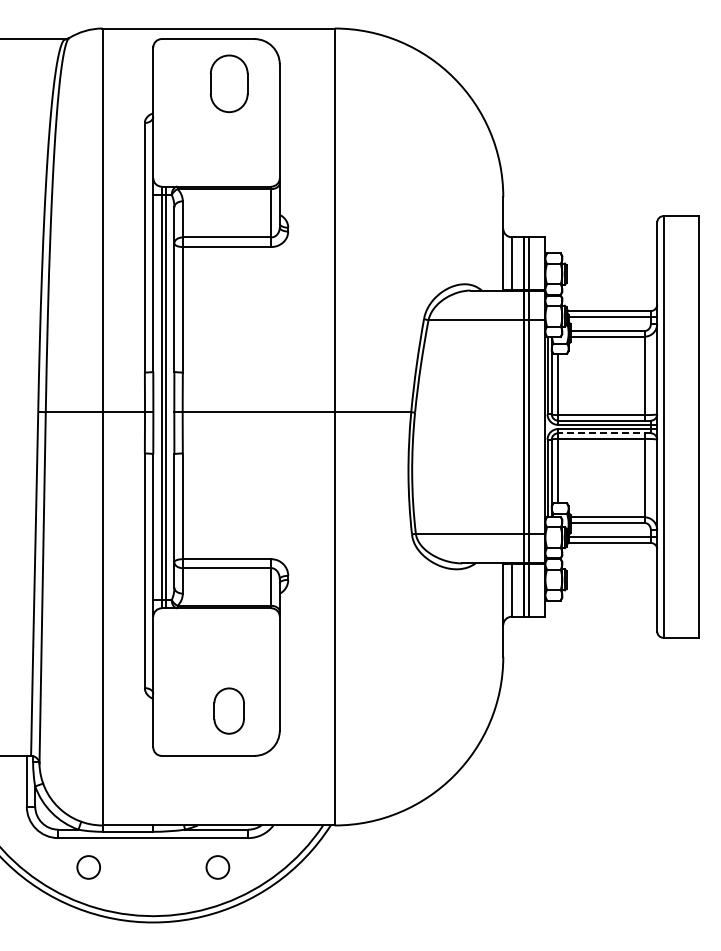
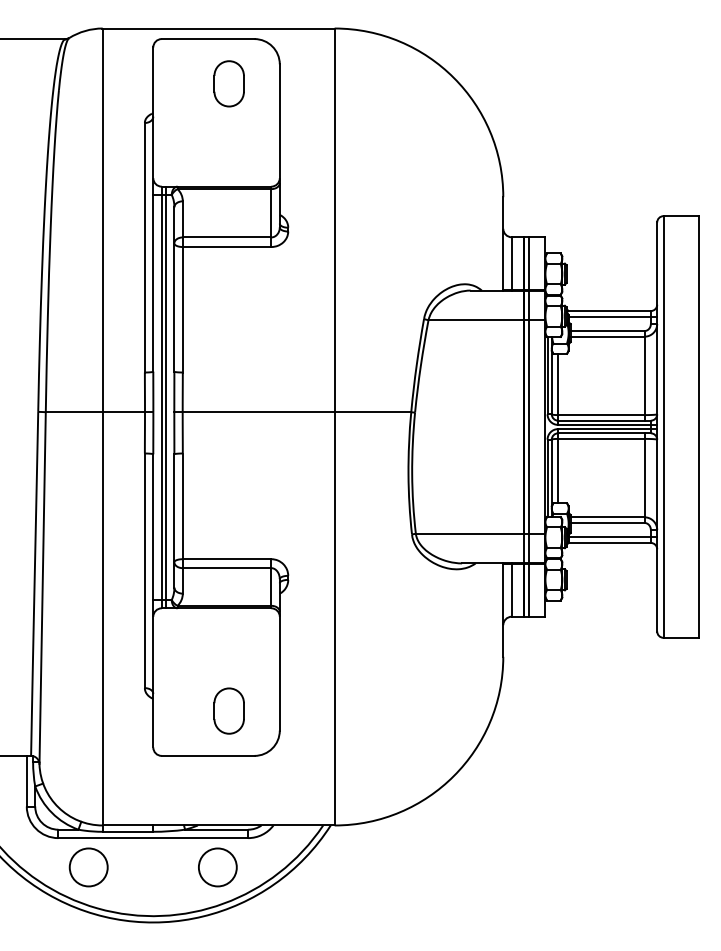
part at (229, 83) size: 39x59 px -> 32x48 px
line at (603, 433): dashed -> solid
circle at (88, 867) diameter: 23 px -> 38 px
circle at (217, 867) size: 26x25 px -> 40x41 px
